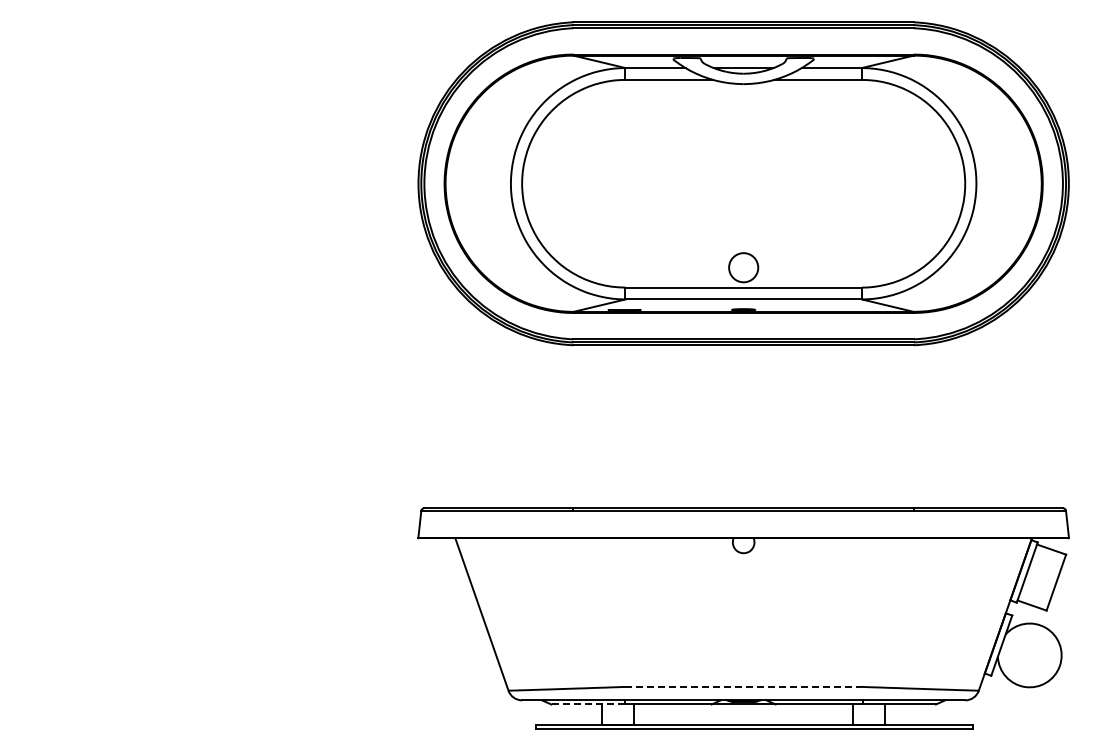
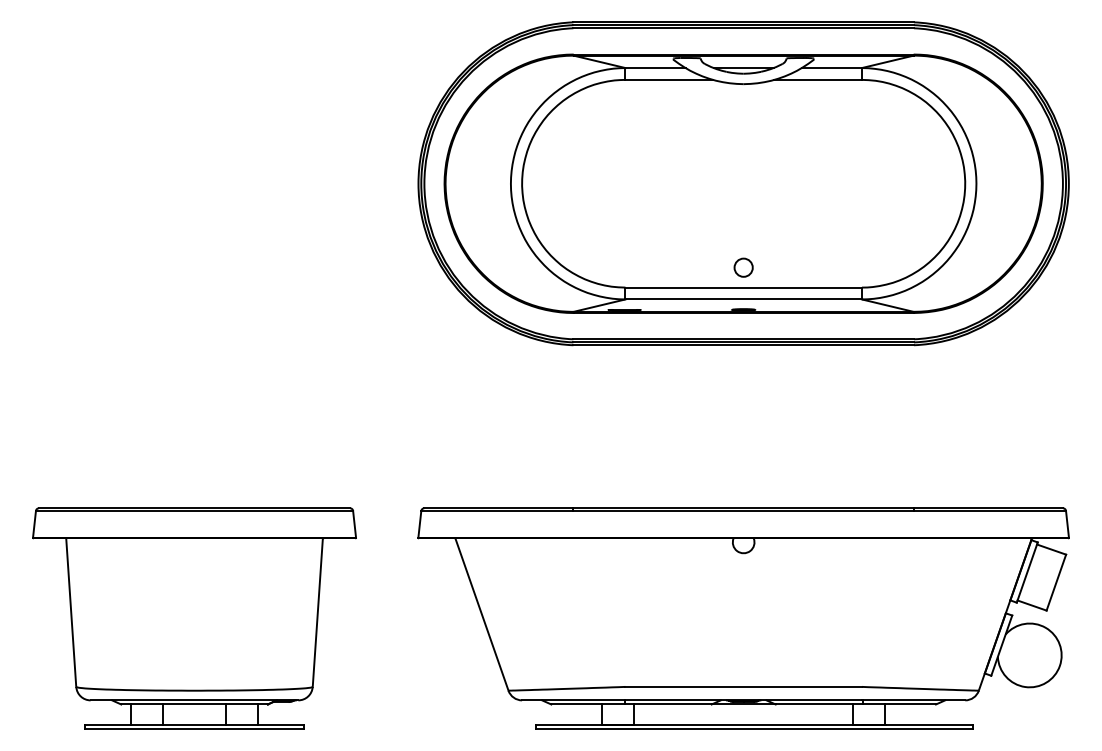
circle at (743, 267) diameter: 29 px -> 18 px
part at (194, 618): none -> present
line at (744, 686): dashed -> solid
line at (588, 704): dashed -> solid
